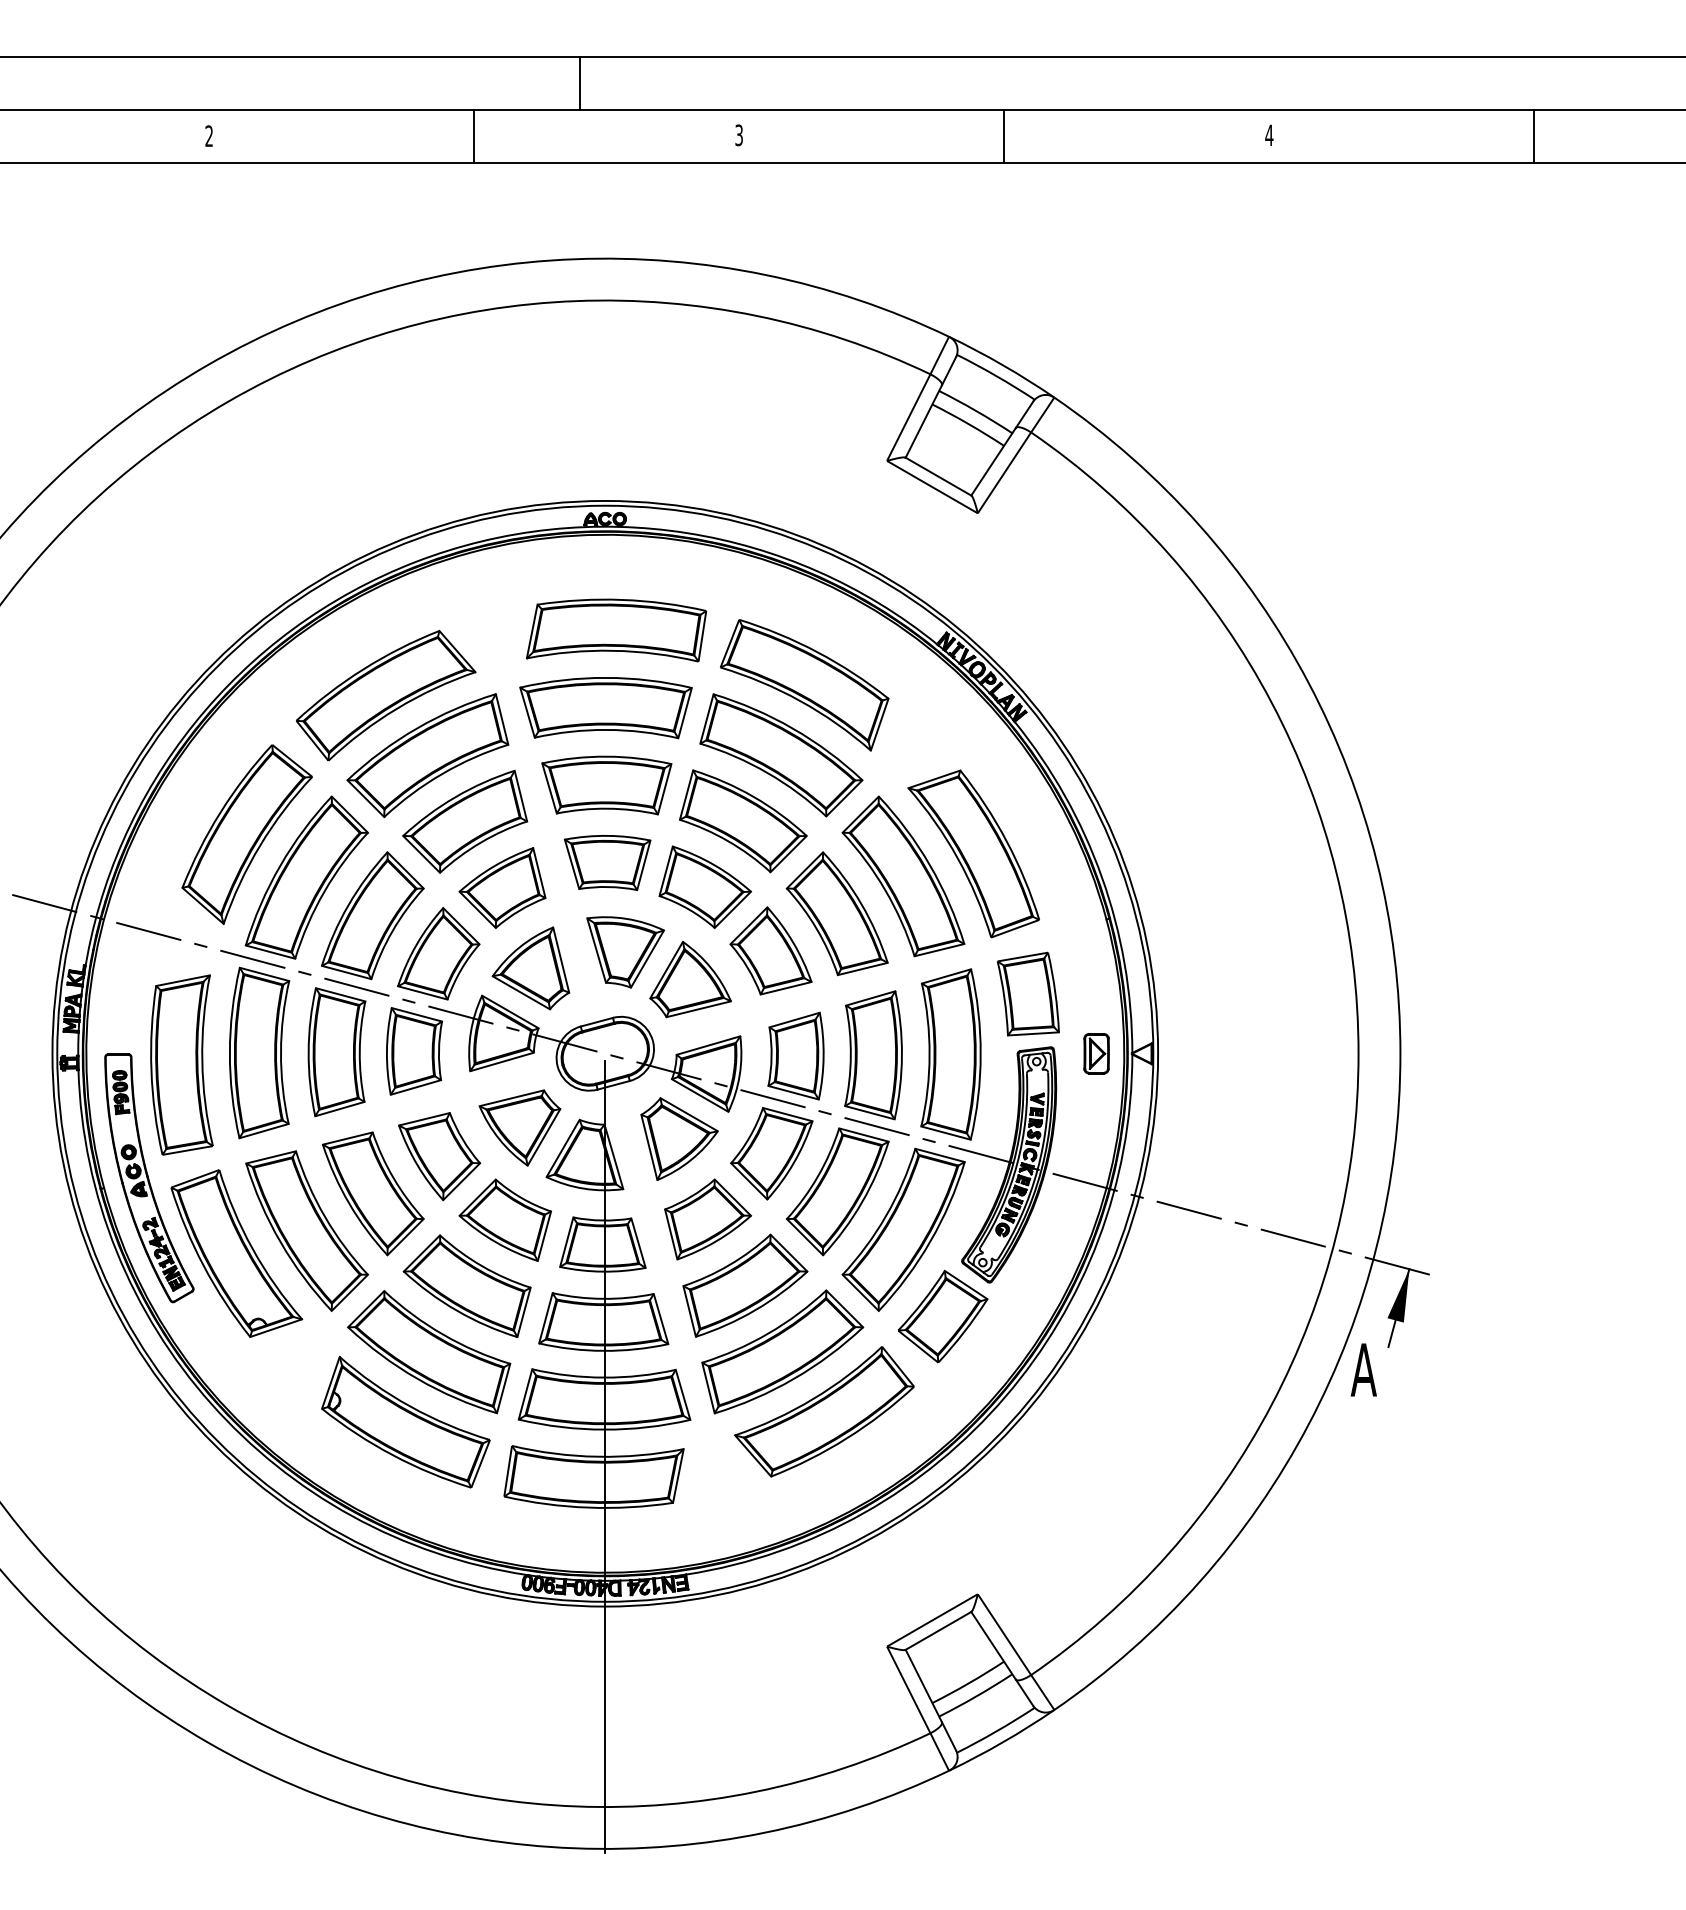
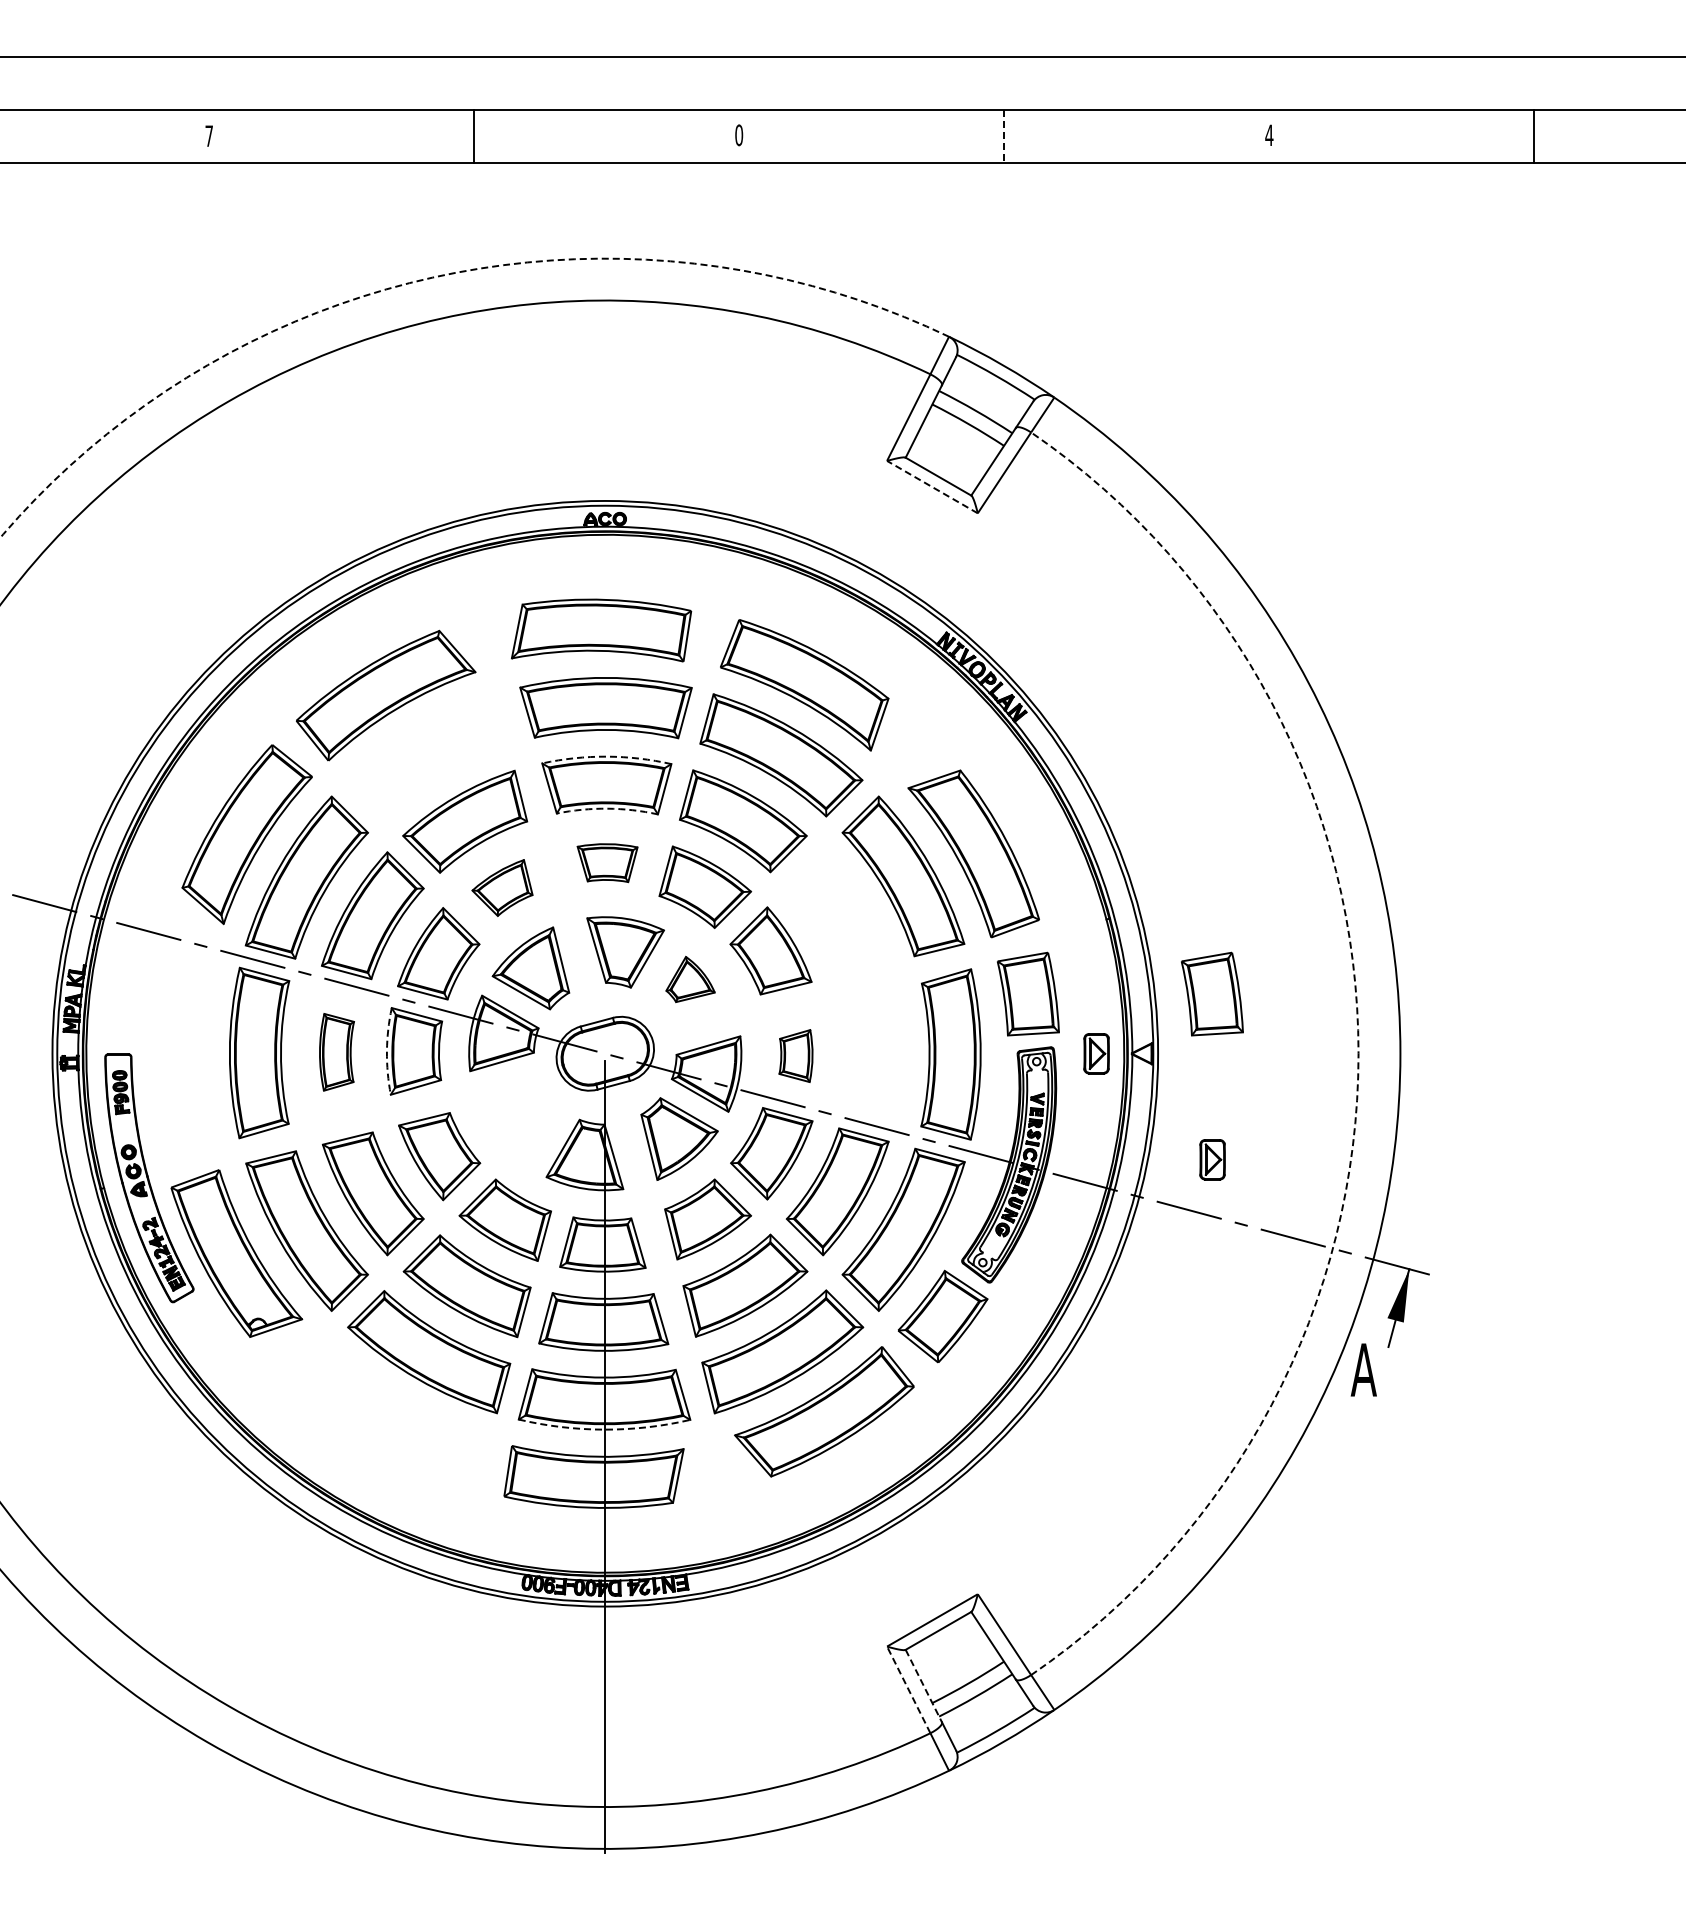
line at (579, 83): present -> none
text at (208, 135): 2 -> 7
text at (739, 135): 3 -> 0
line at (1004, 136): solid -> dashed
arc at (436, 276): solid -> dashed
line at (932, 487): solid -> dashed
part at (616, 630) position: (616, 630) -> (601, 630)
part at (427, 755): present -> none
arc at (606, 756): solid -> dashed
arc at (607, 808): solid -> dashed
part at (607, 863) size: 89x57 px -> 63x41 px
part at (502, 887) size: 89x82 px -> 63x58 px
part at (836, 913): present -> none
part at (690, 979) size: 83x79 px -> 51x49 px
part at (1212, 993): none -> present
arc at (386, 1051): solid -> dashed
part at (336, 1052) size: 60x131 px -> 36x79 px
arc at (1358, 1053): solid -> dashed
part at (795, 1055) size: 58x90 px -> 36x54 px
part at (873, 1055): present -> none
part at (181, 1064): present -> none
part at (519, 1127): present -> none
part at (1212, 1159): none -> present
part at (405, 1422): present -> none
arc at (604, 1429): solid -> dashed
line at (924, 1686): solid -> dashed
line at (908, 1689): solid -> dashed
